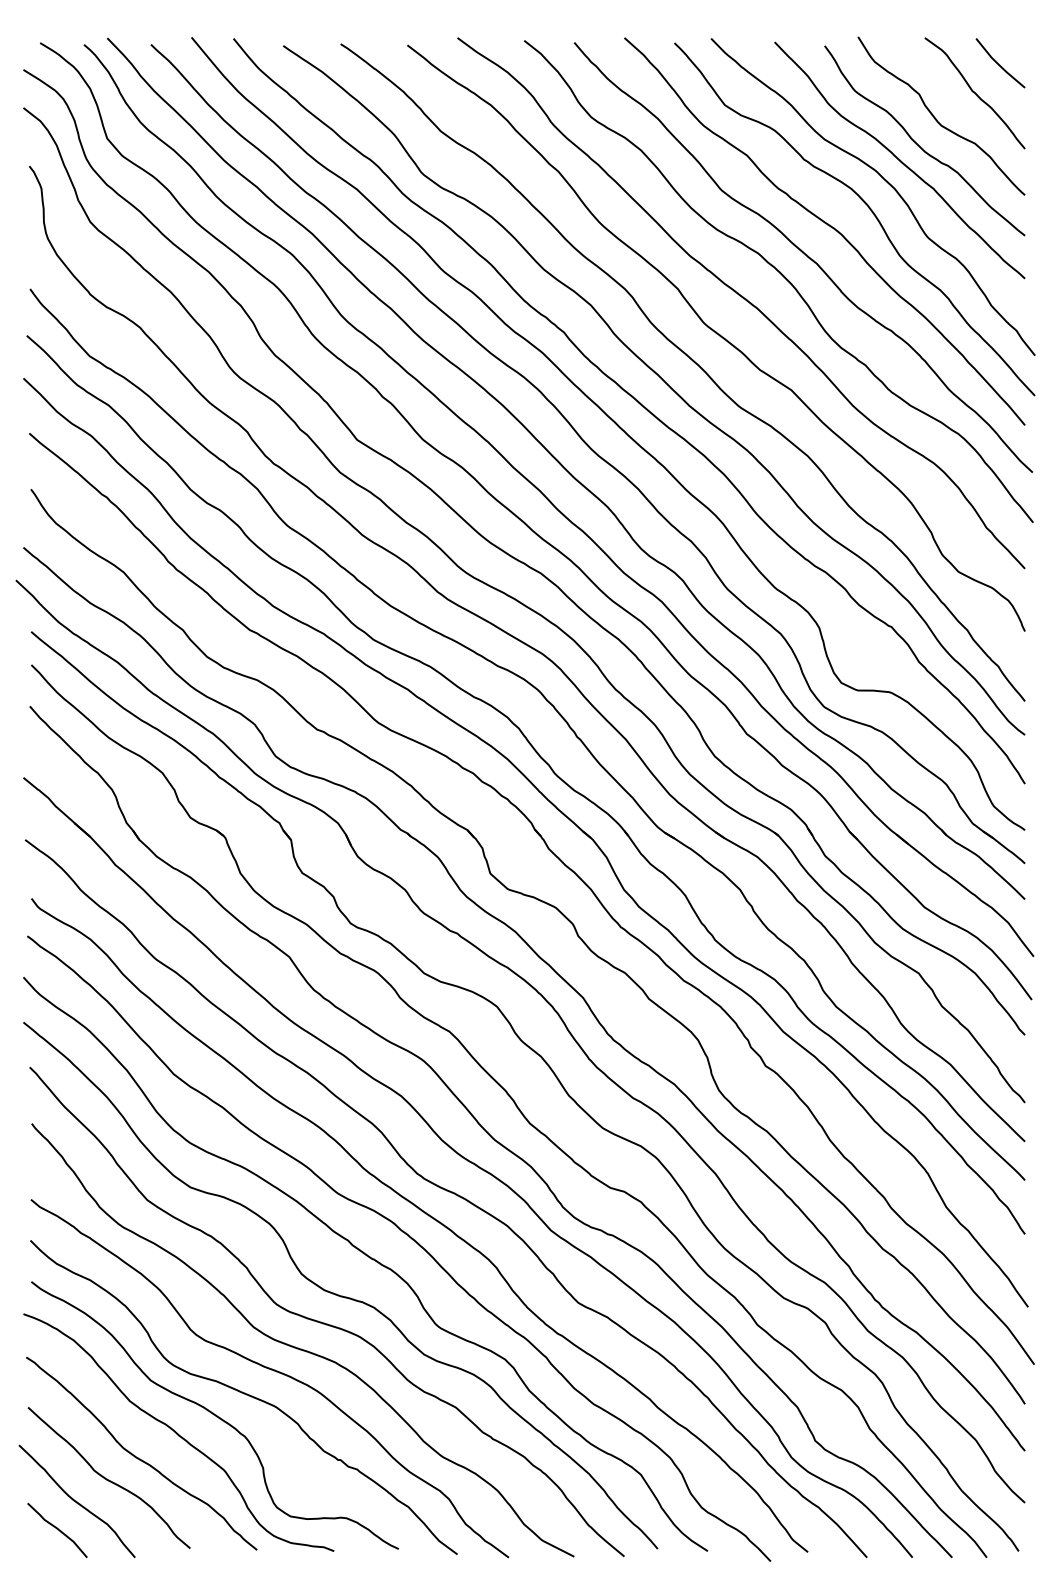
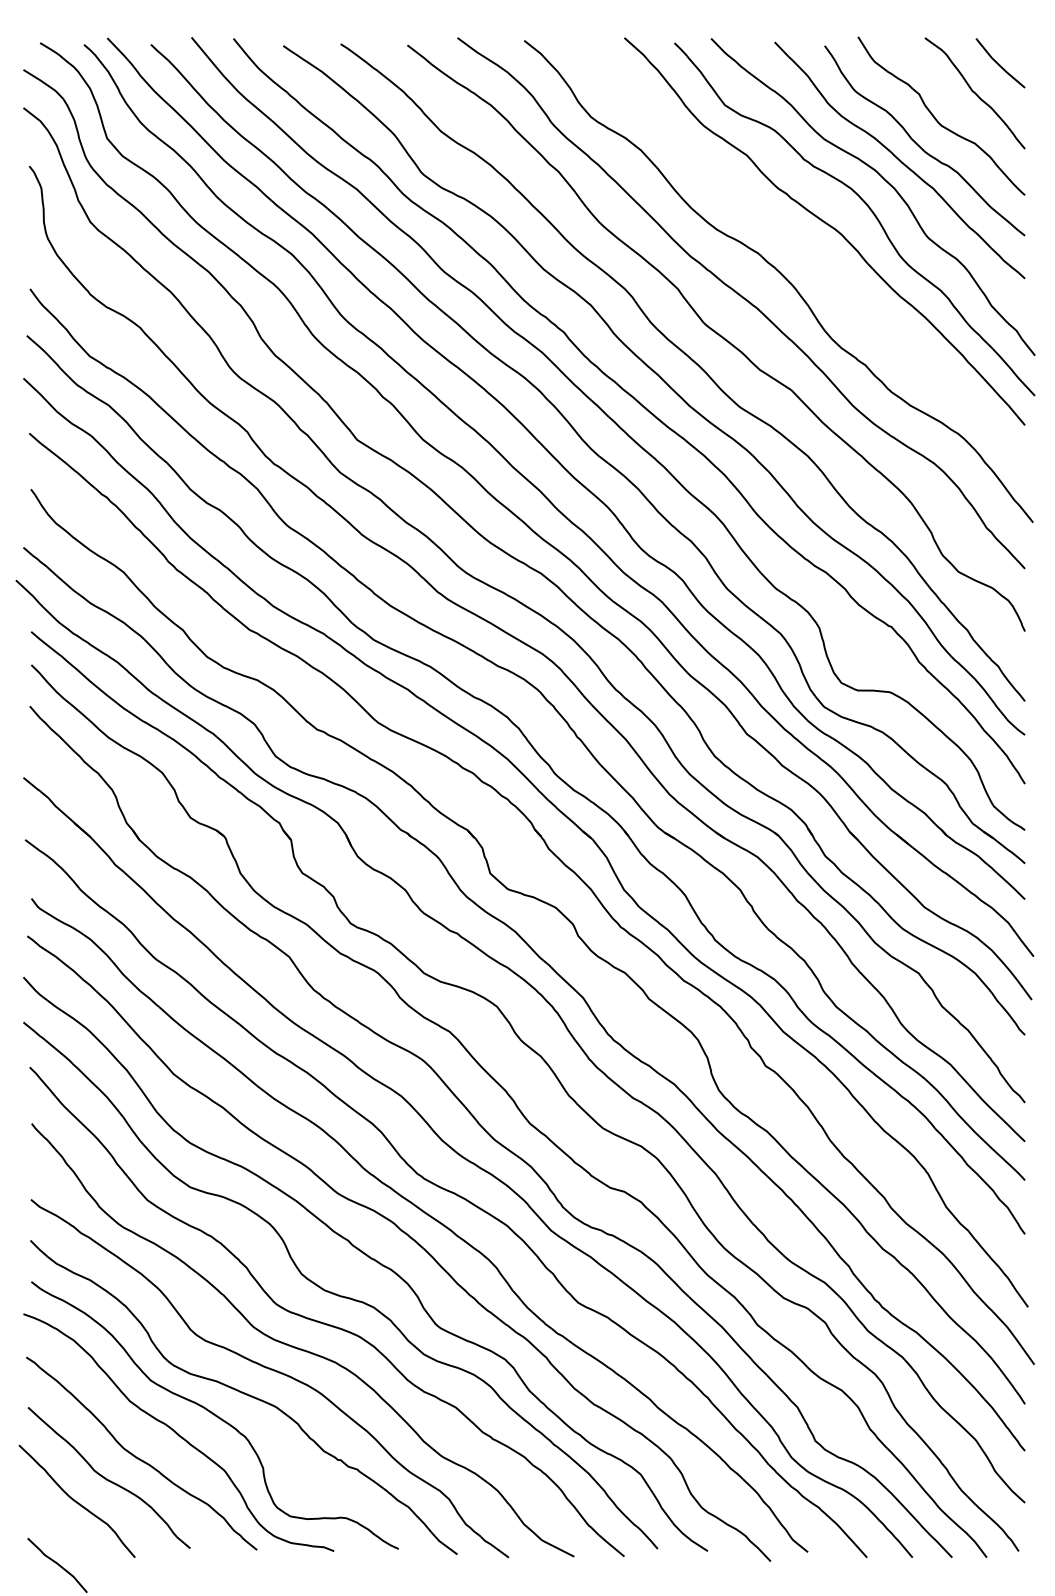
curve at (805, 255): present -> none
curve at (57, 1529) position: (57, 1529) -> (57, 1564)
